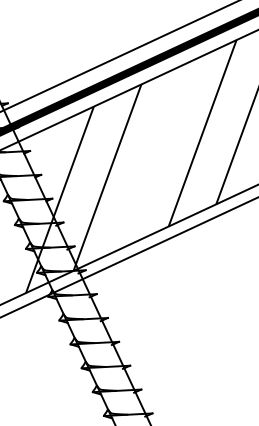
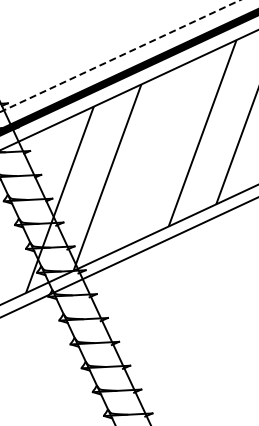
line at (120, 56): solid -> dashed
